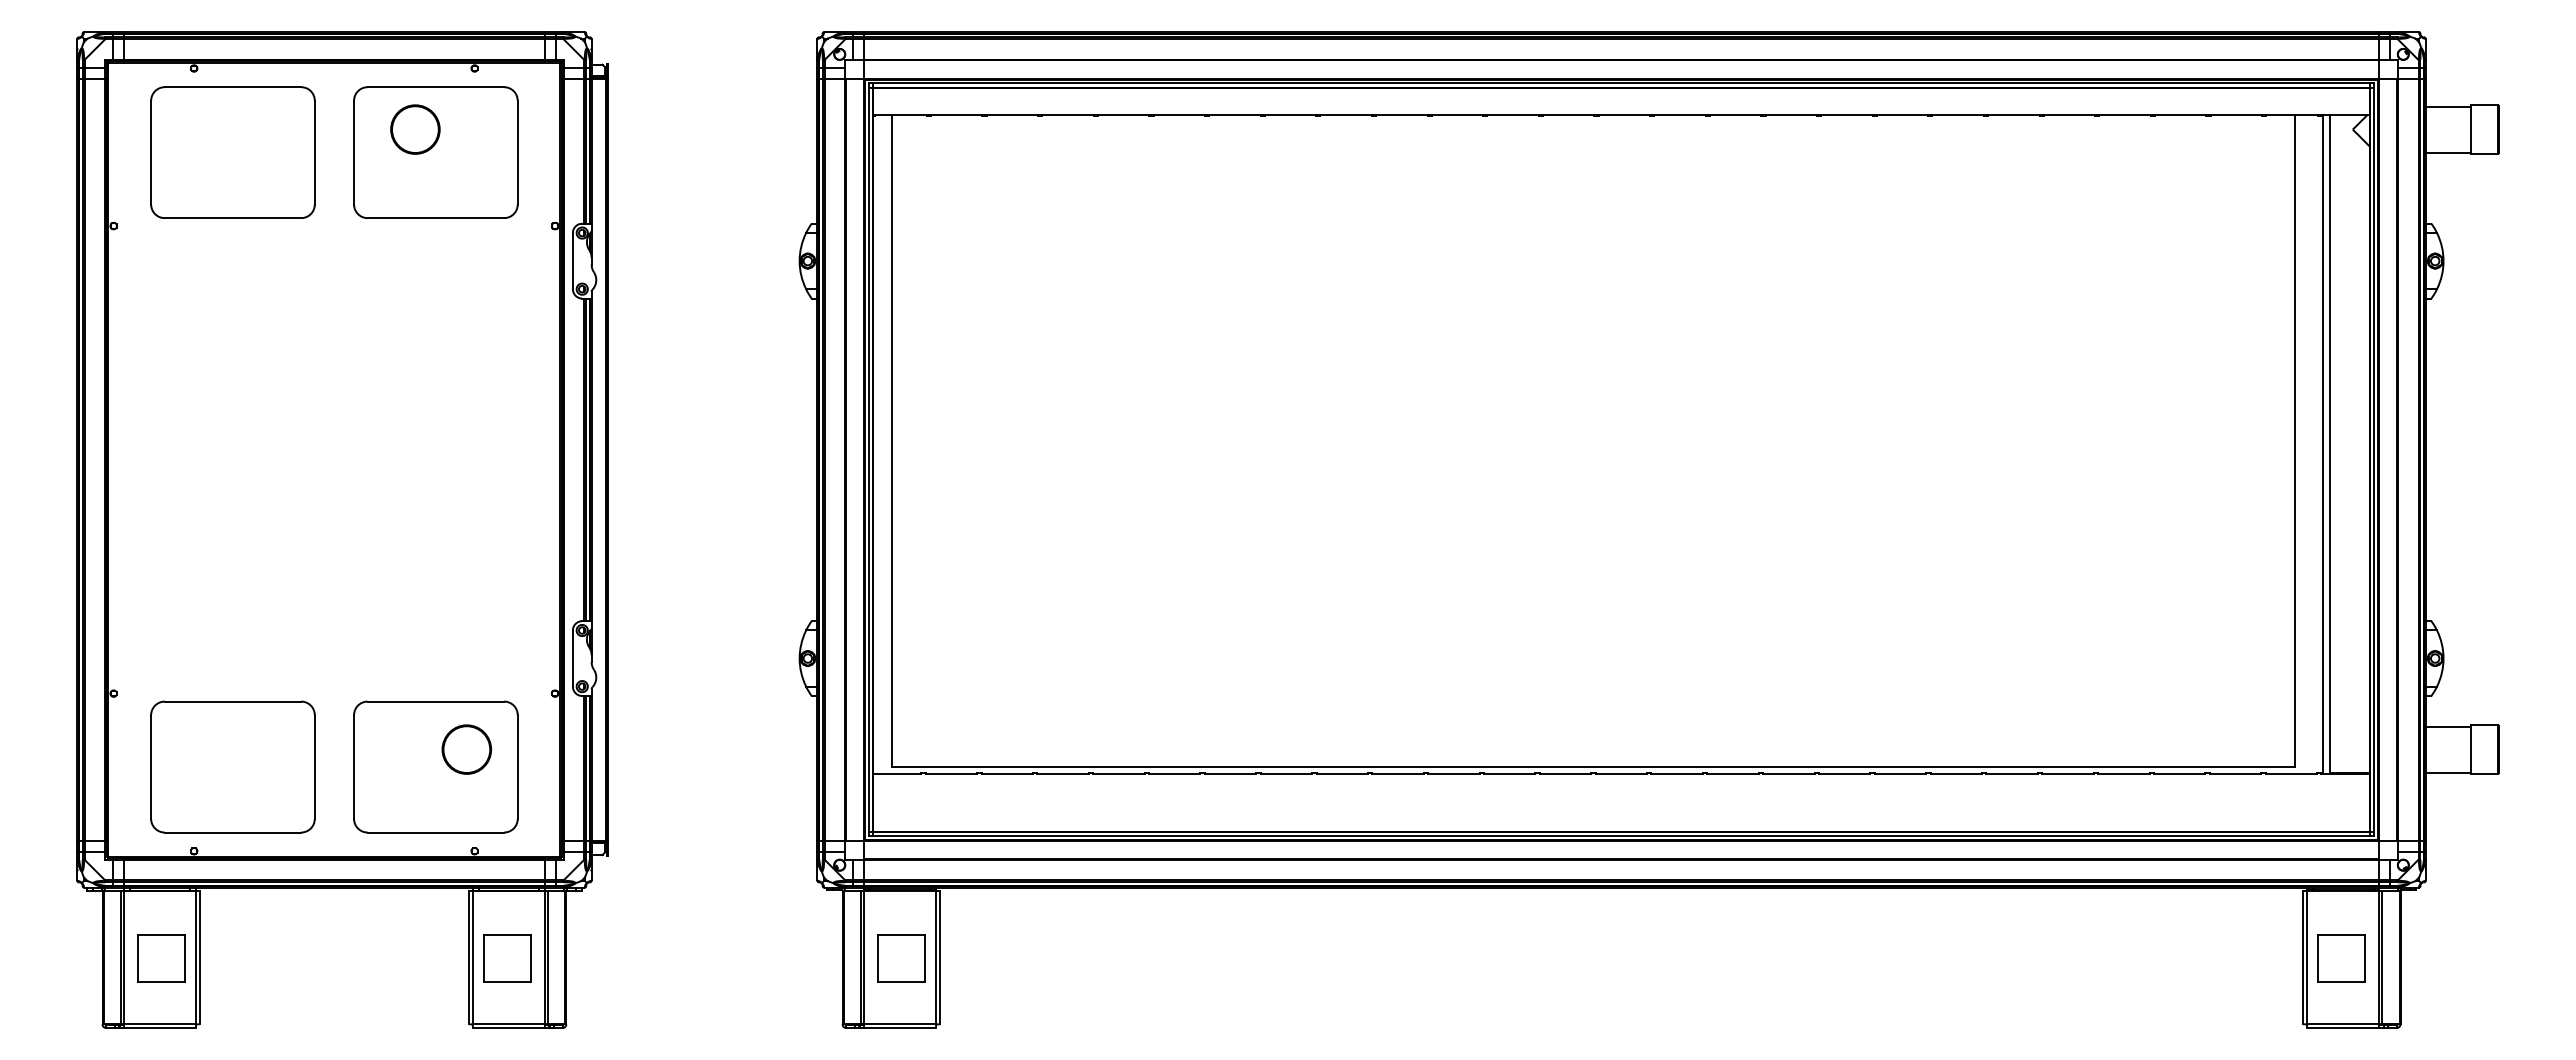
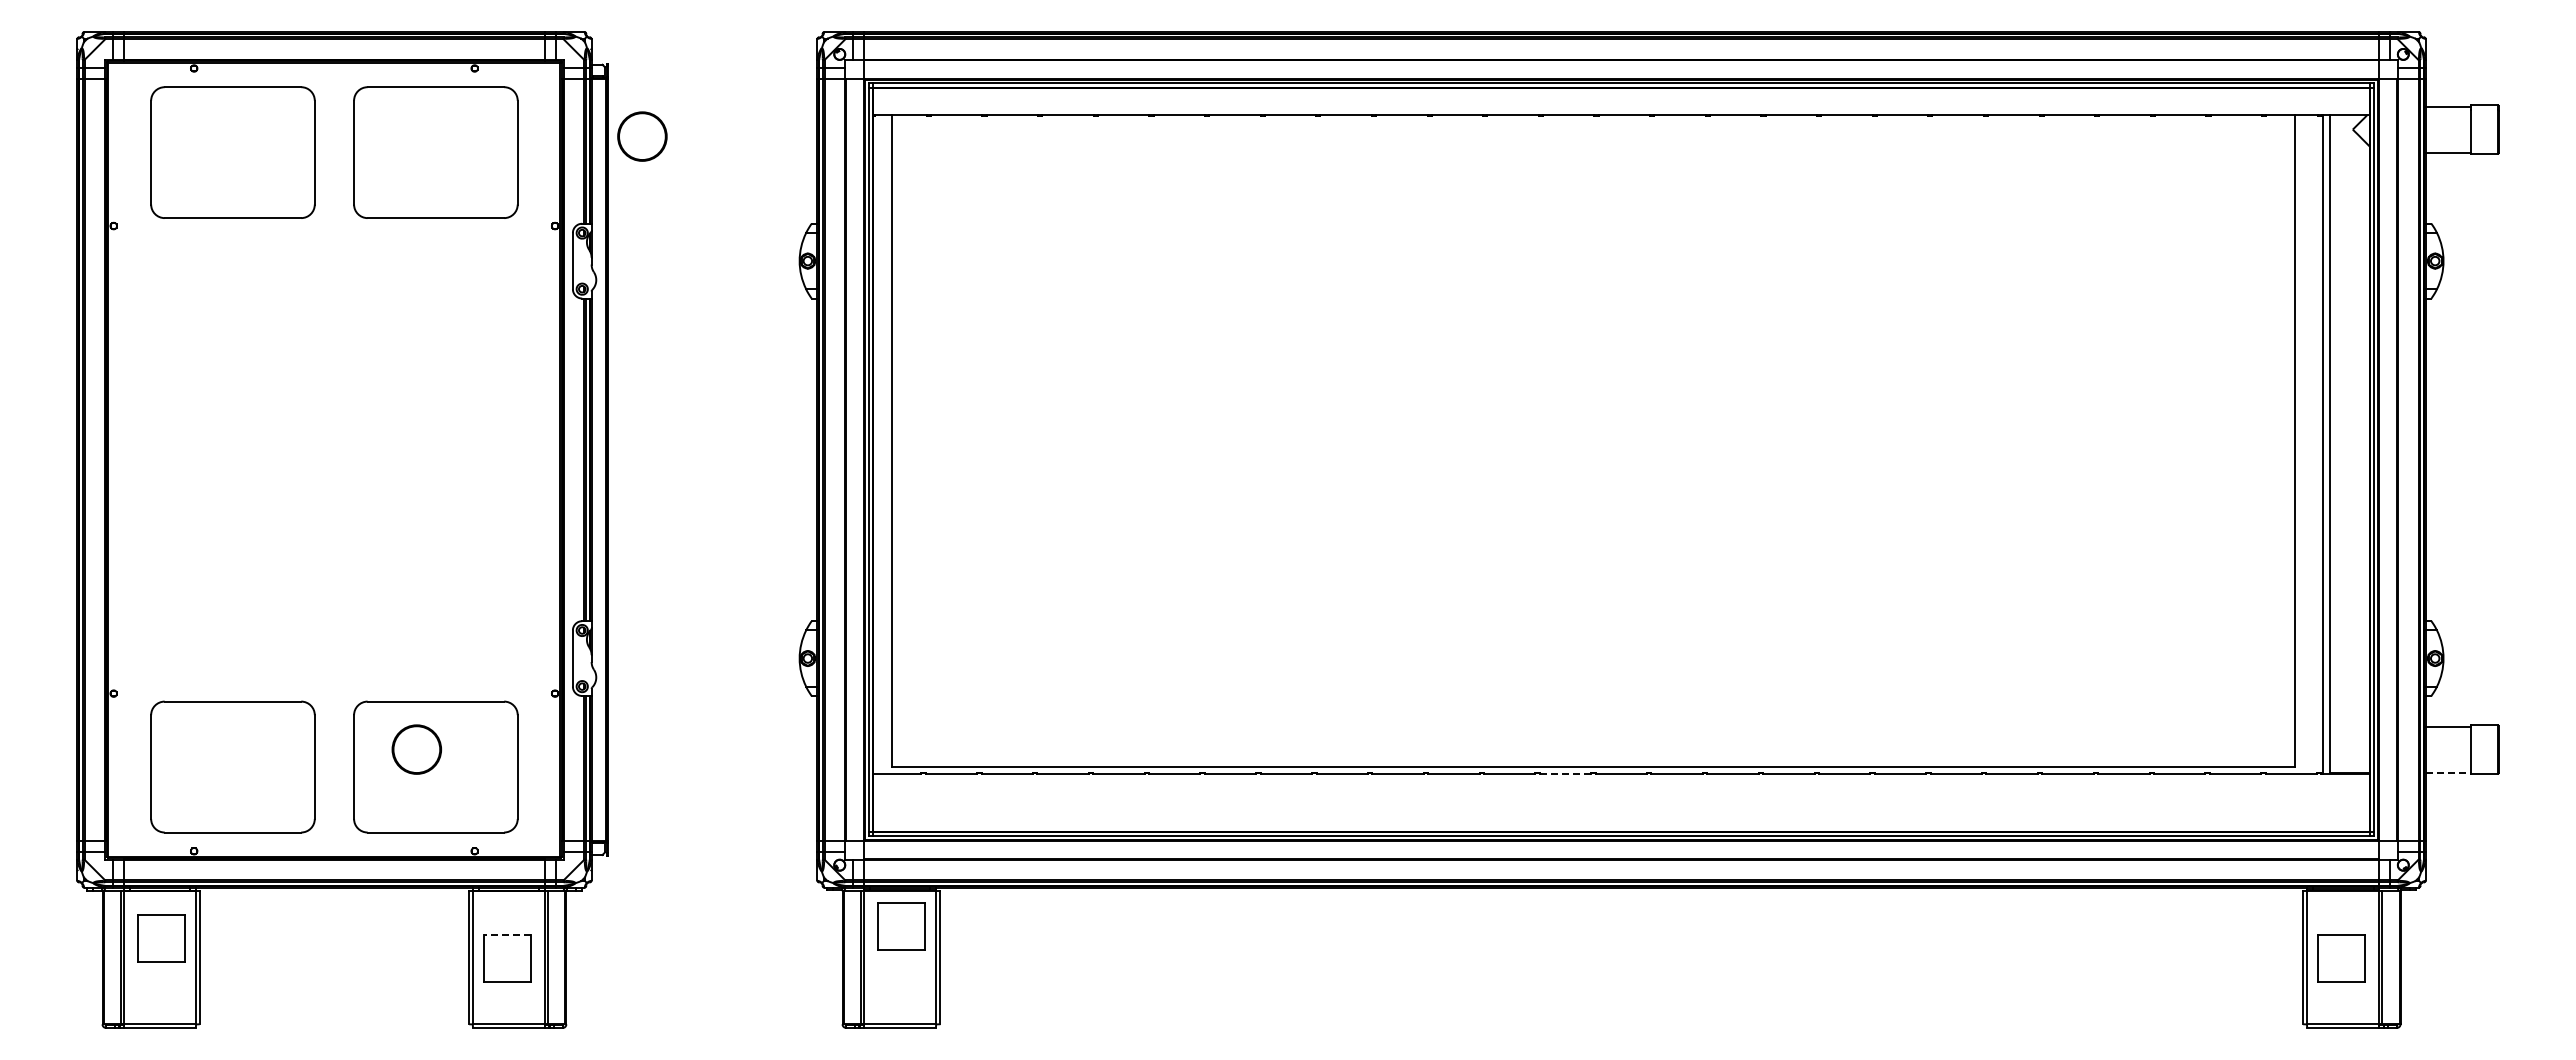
circle at (415, 129) position: (415, 129) -> (642, 136)
part at (466, 749) position: (466, 749) -> (416, 749)
line at (2448, 772): solid -> dashed
line at (1565, 773): solid -> dashed
line at (506, 935): solid -> dashed
part at (161, 958) position: (161, 958) -> (161, 938)
part at (901, 958) position: (901, 958) -> (901, 926)
